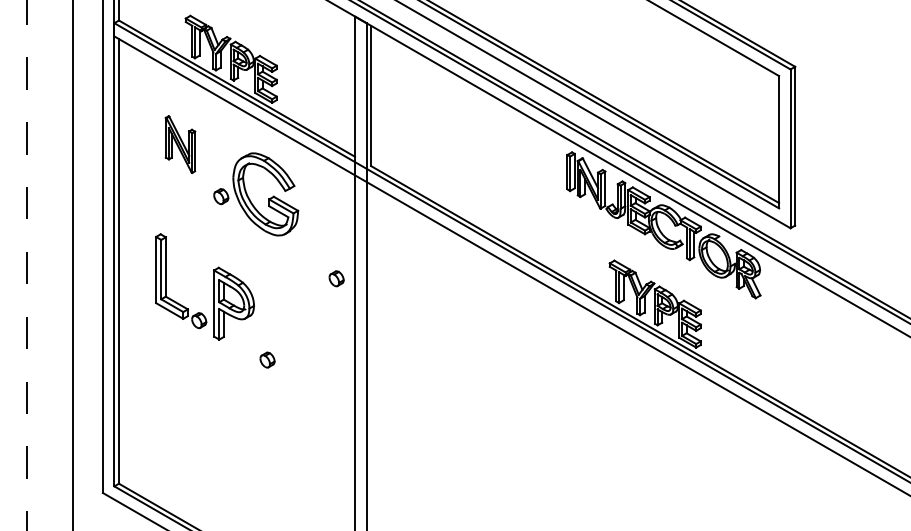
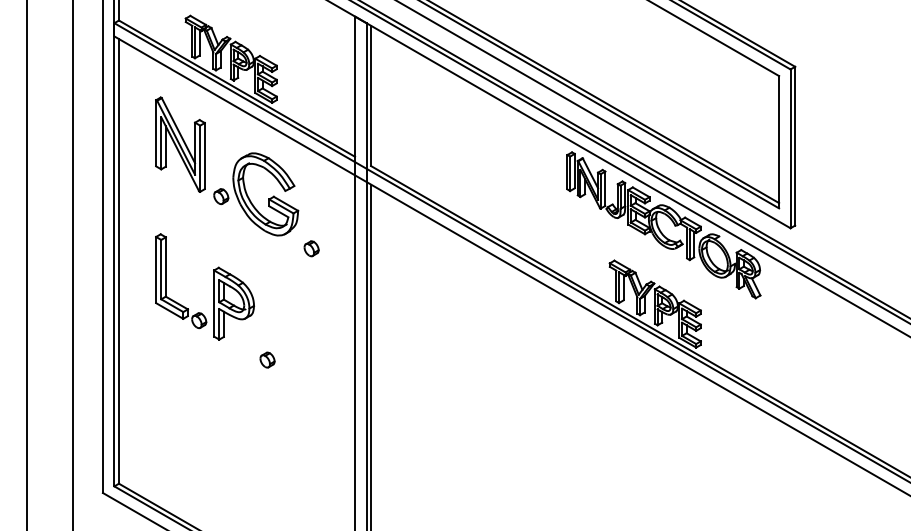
part at (180, 144) size: 33x59 px -> 51x97 px
line at (27, 266): dashed -> solid
part at (336, 278) position: (336, 278) -> (311, 248)
line at (371, 355): none -> present
